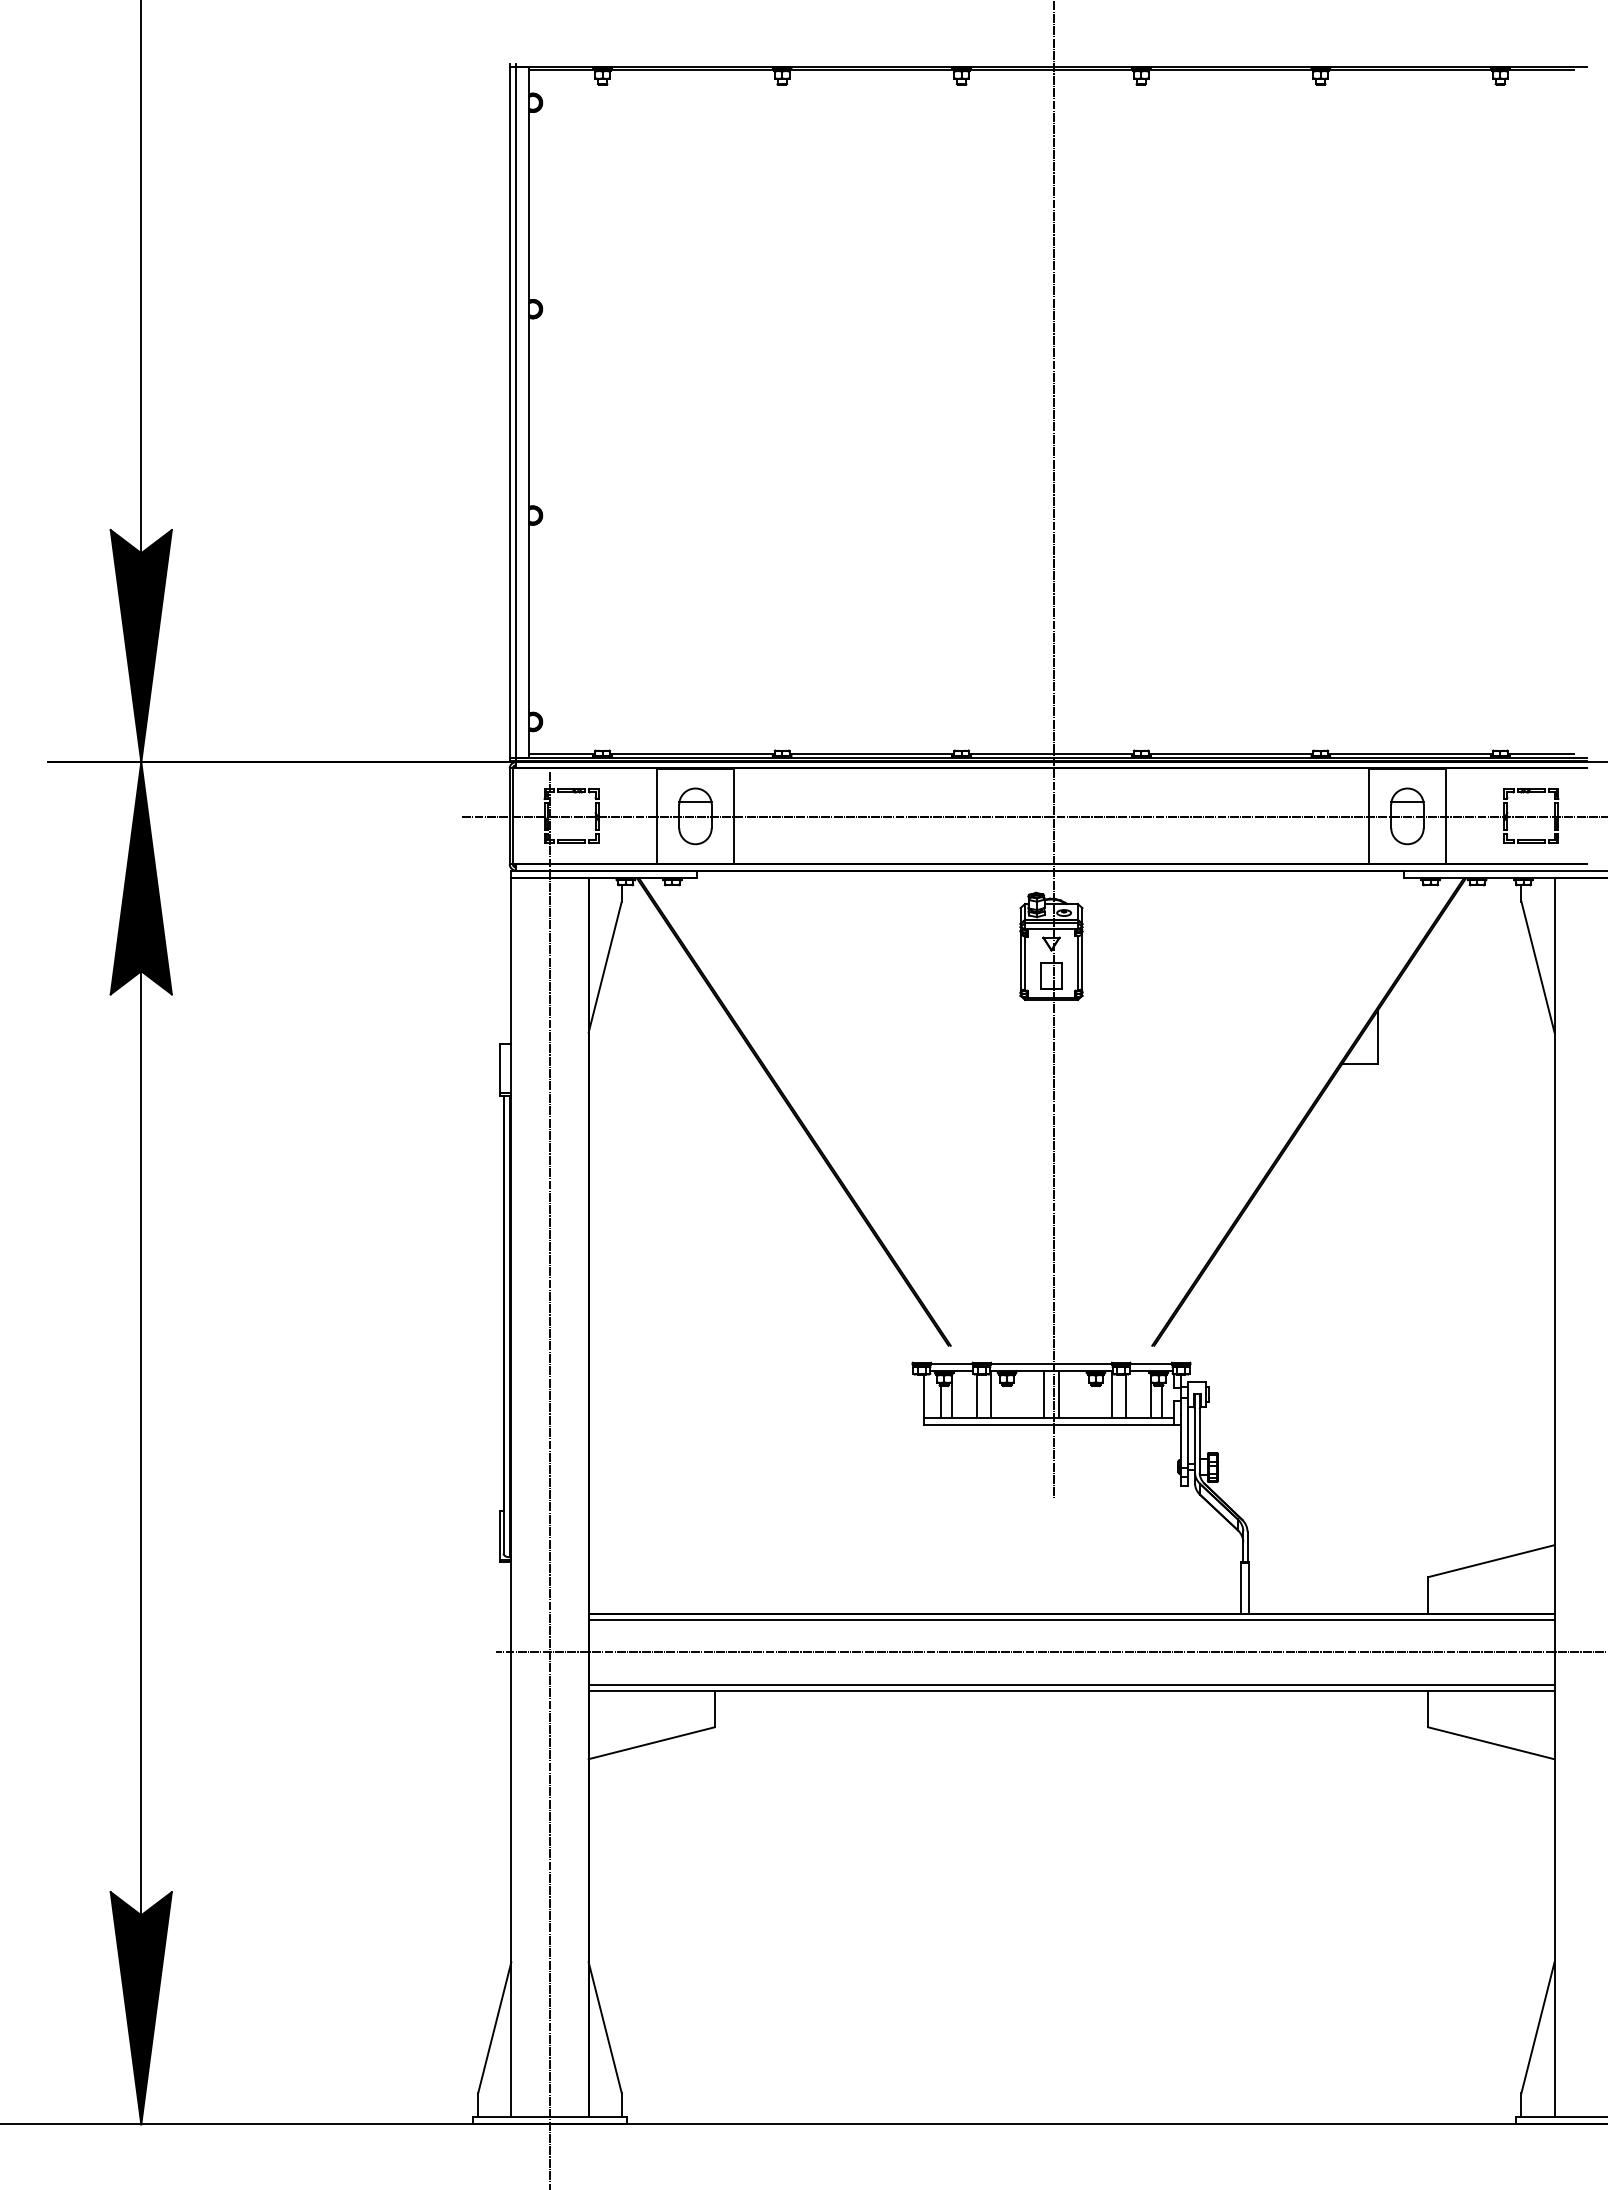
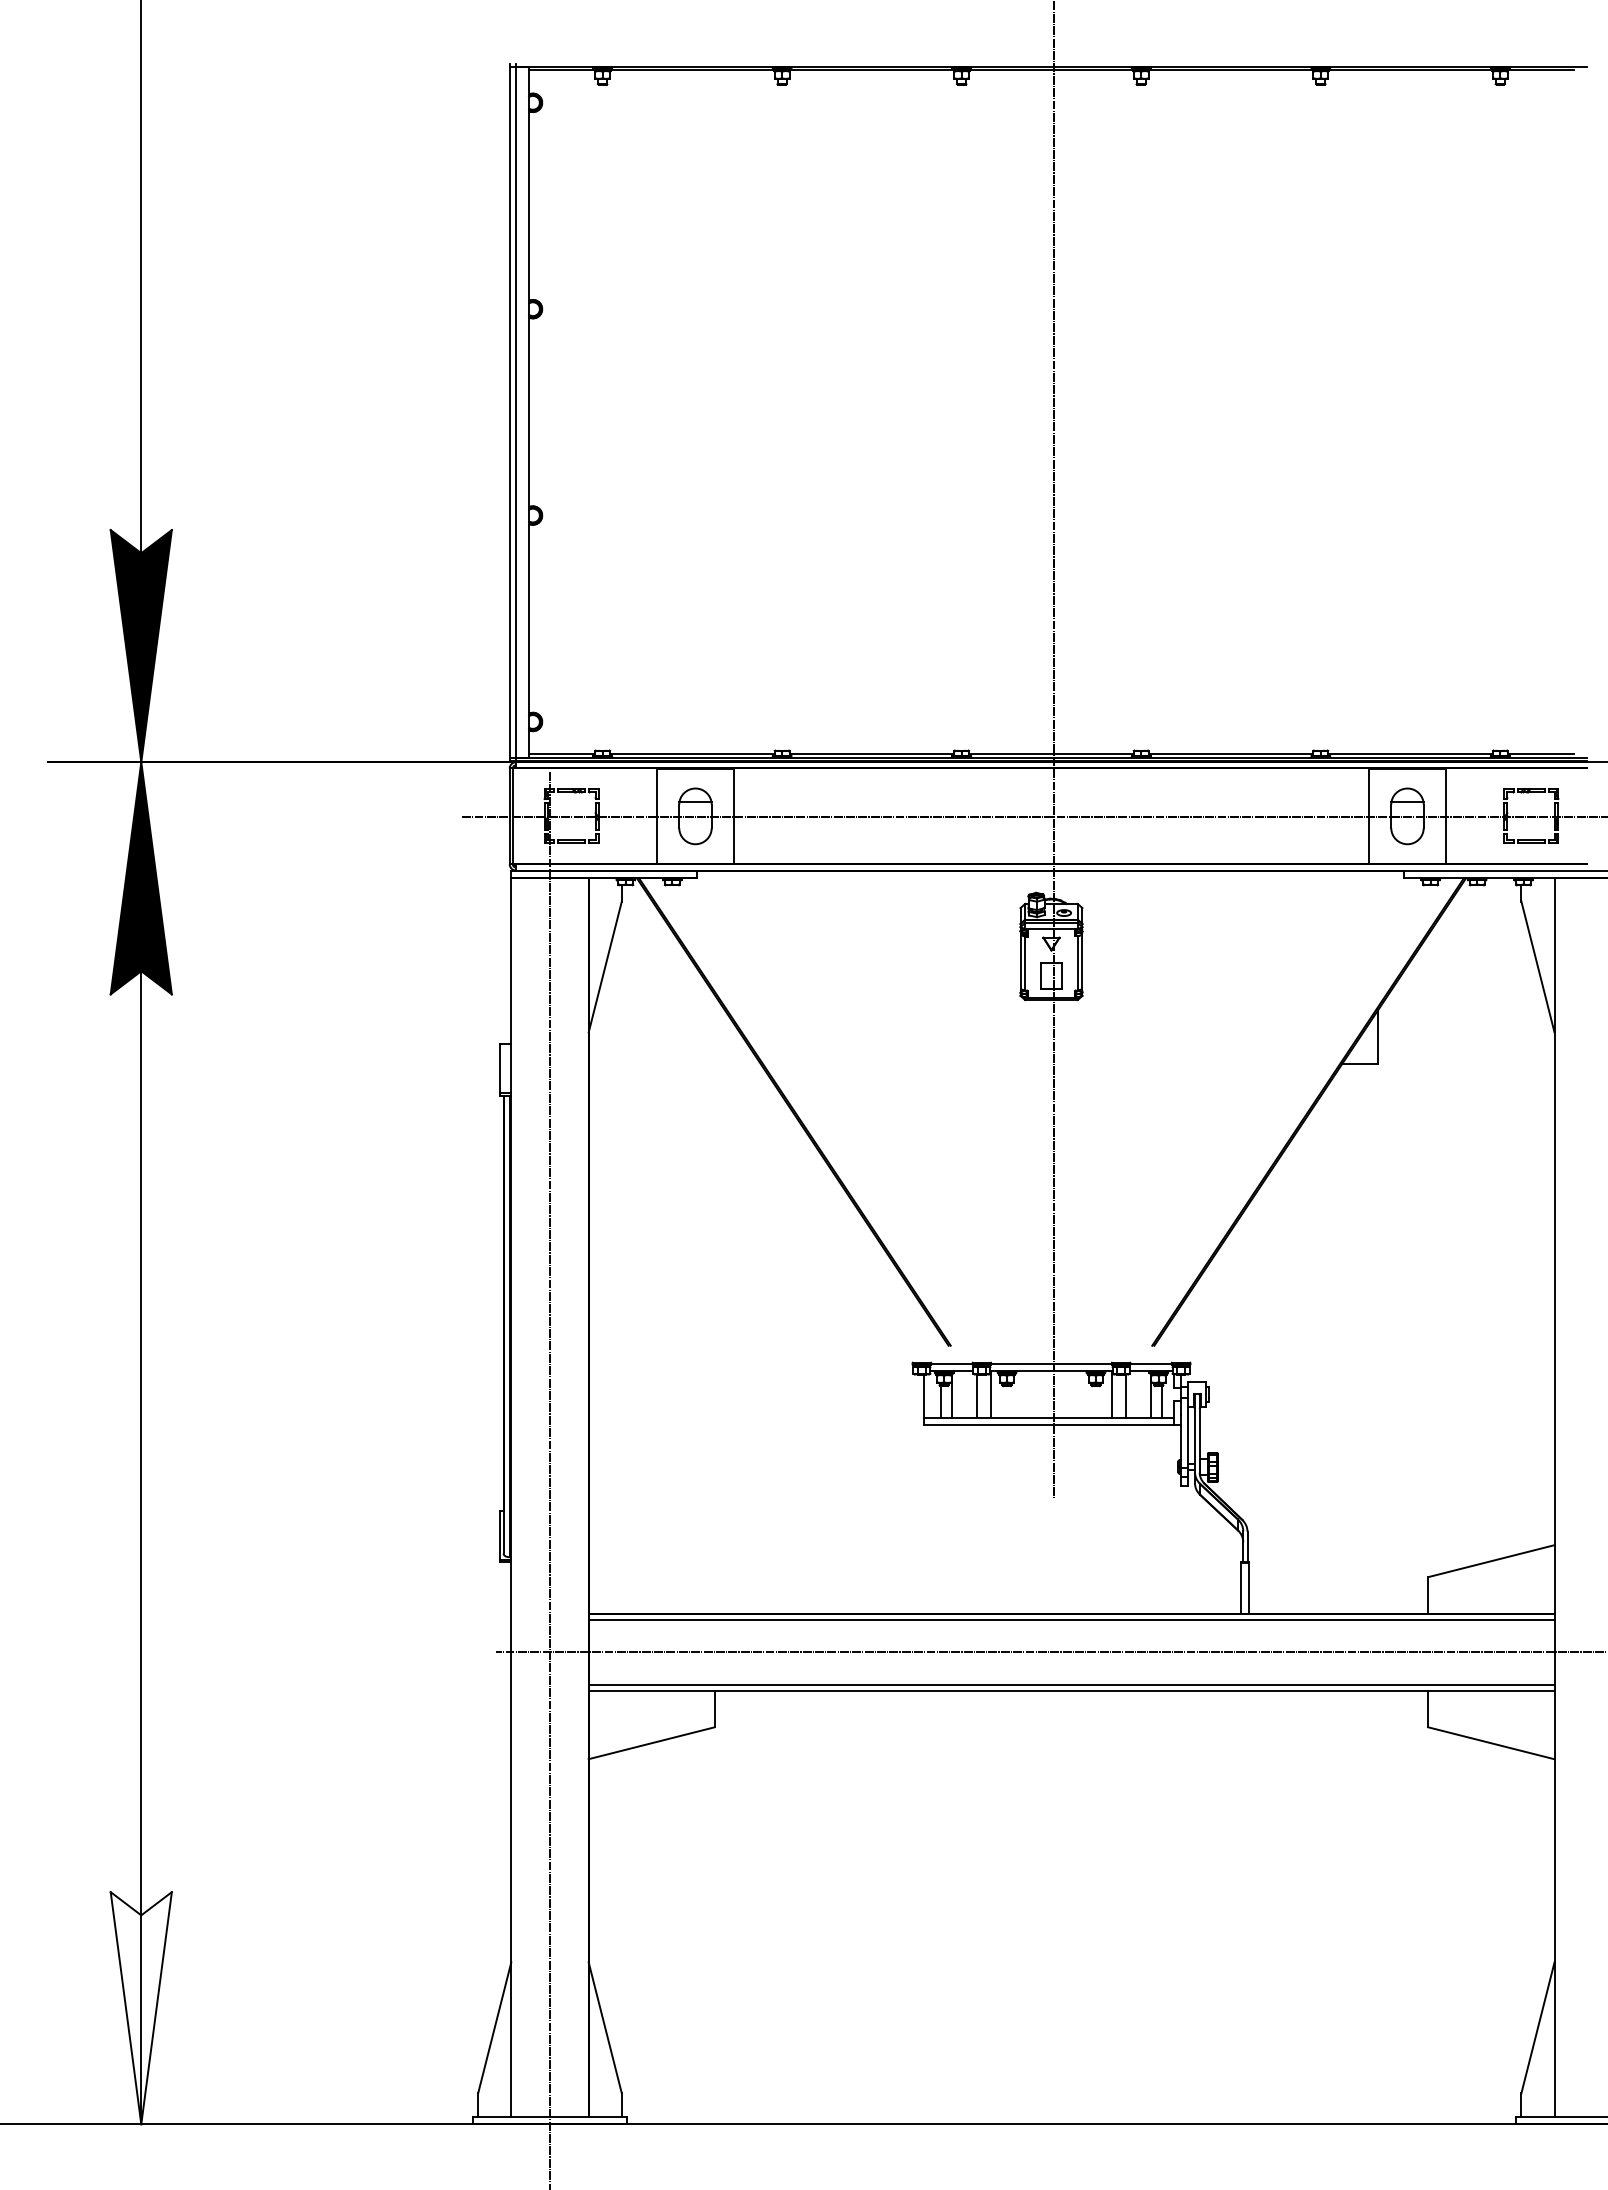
line at (1043, 1394): present -> none
line at (1059, 1394): present -> none
fill at (140, 2008): present -> none
